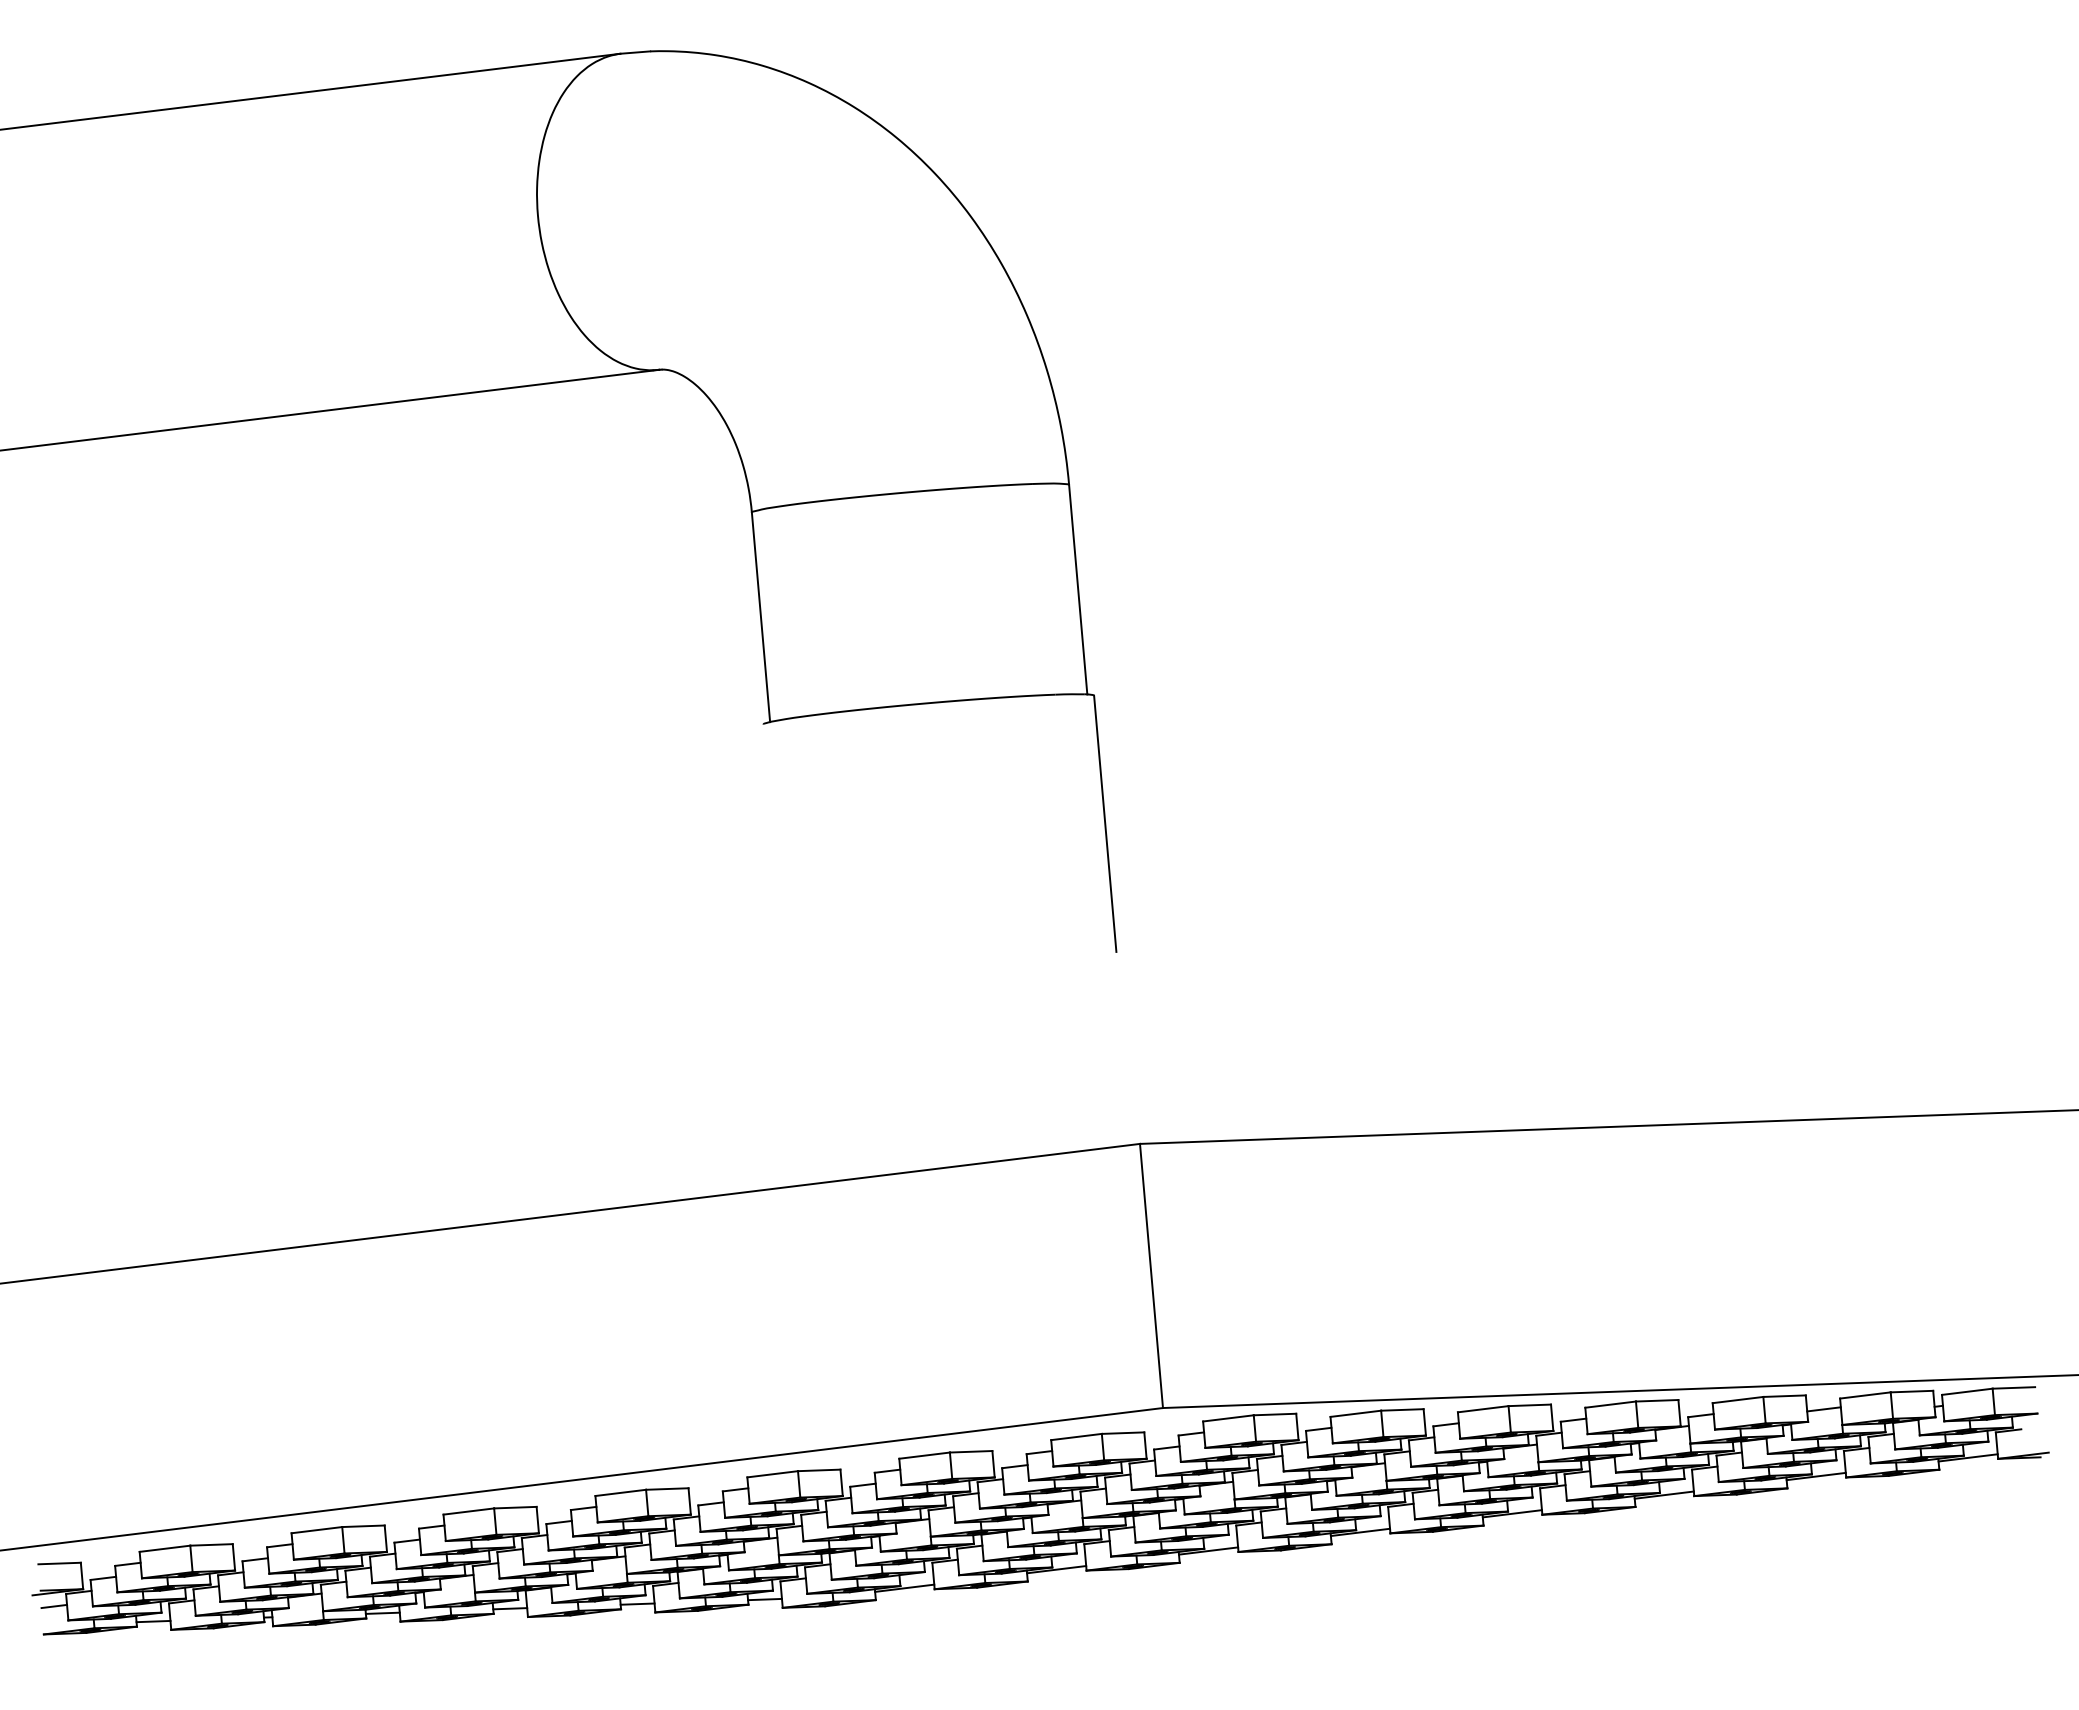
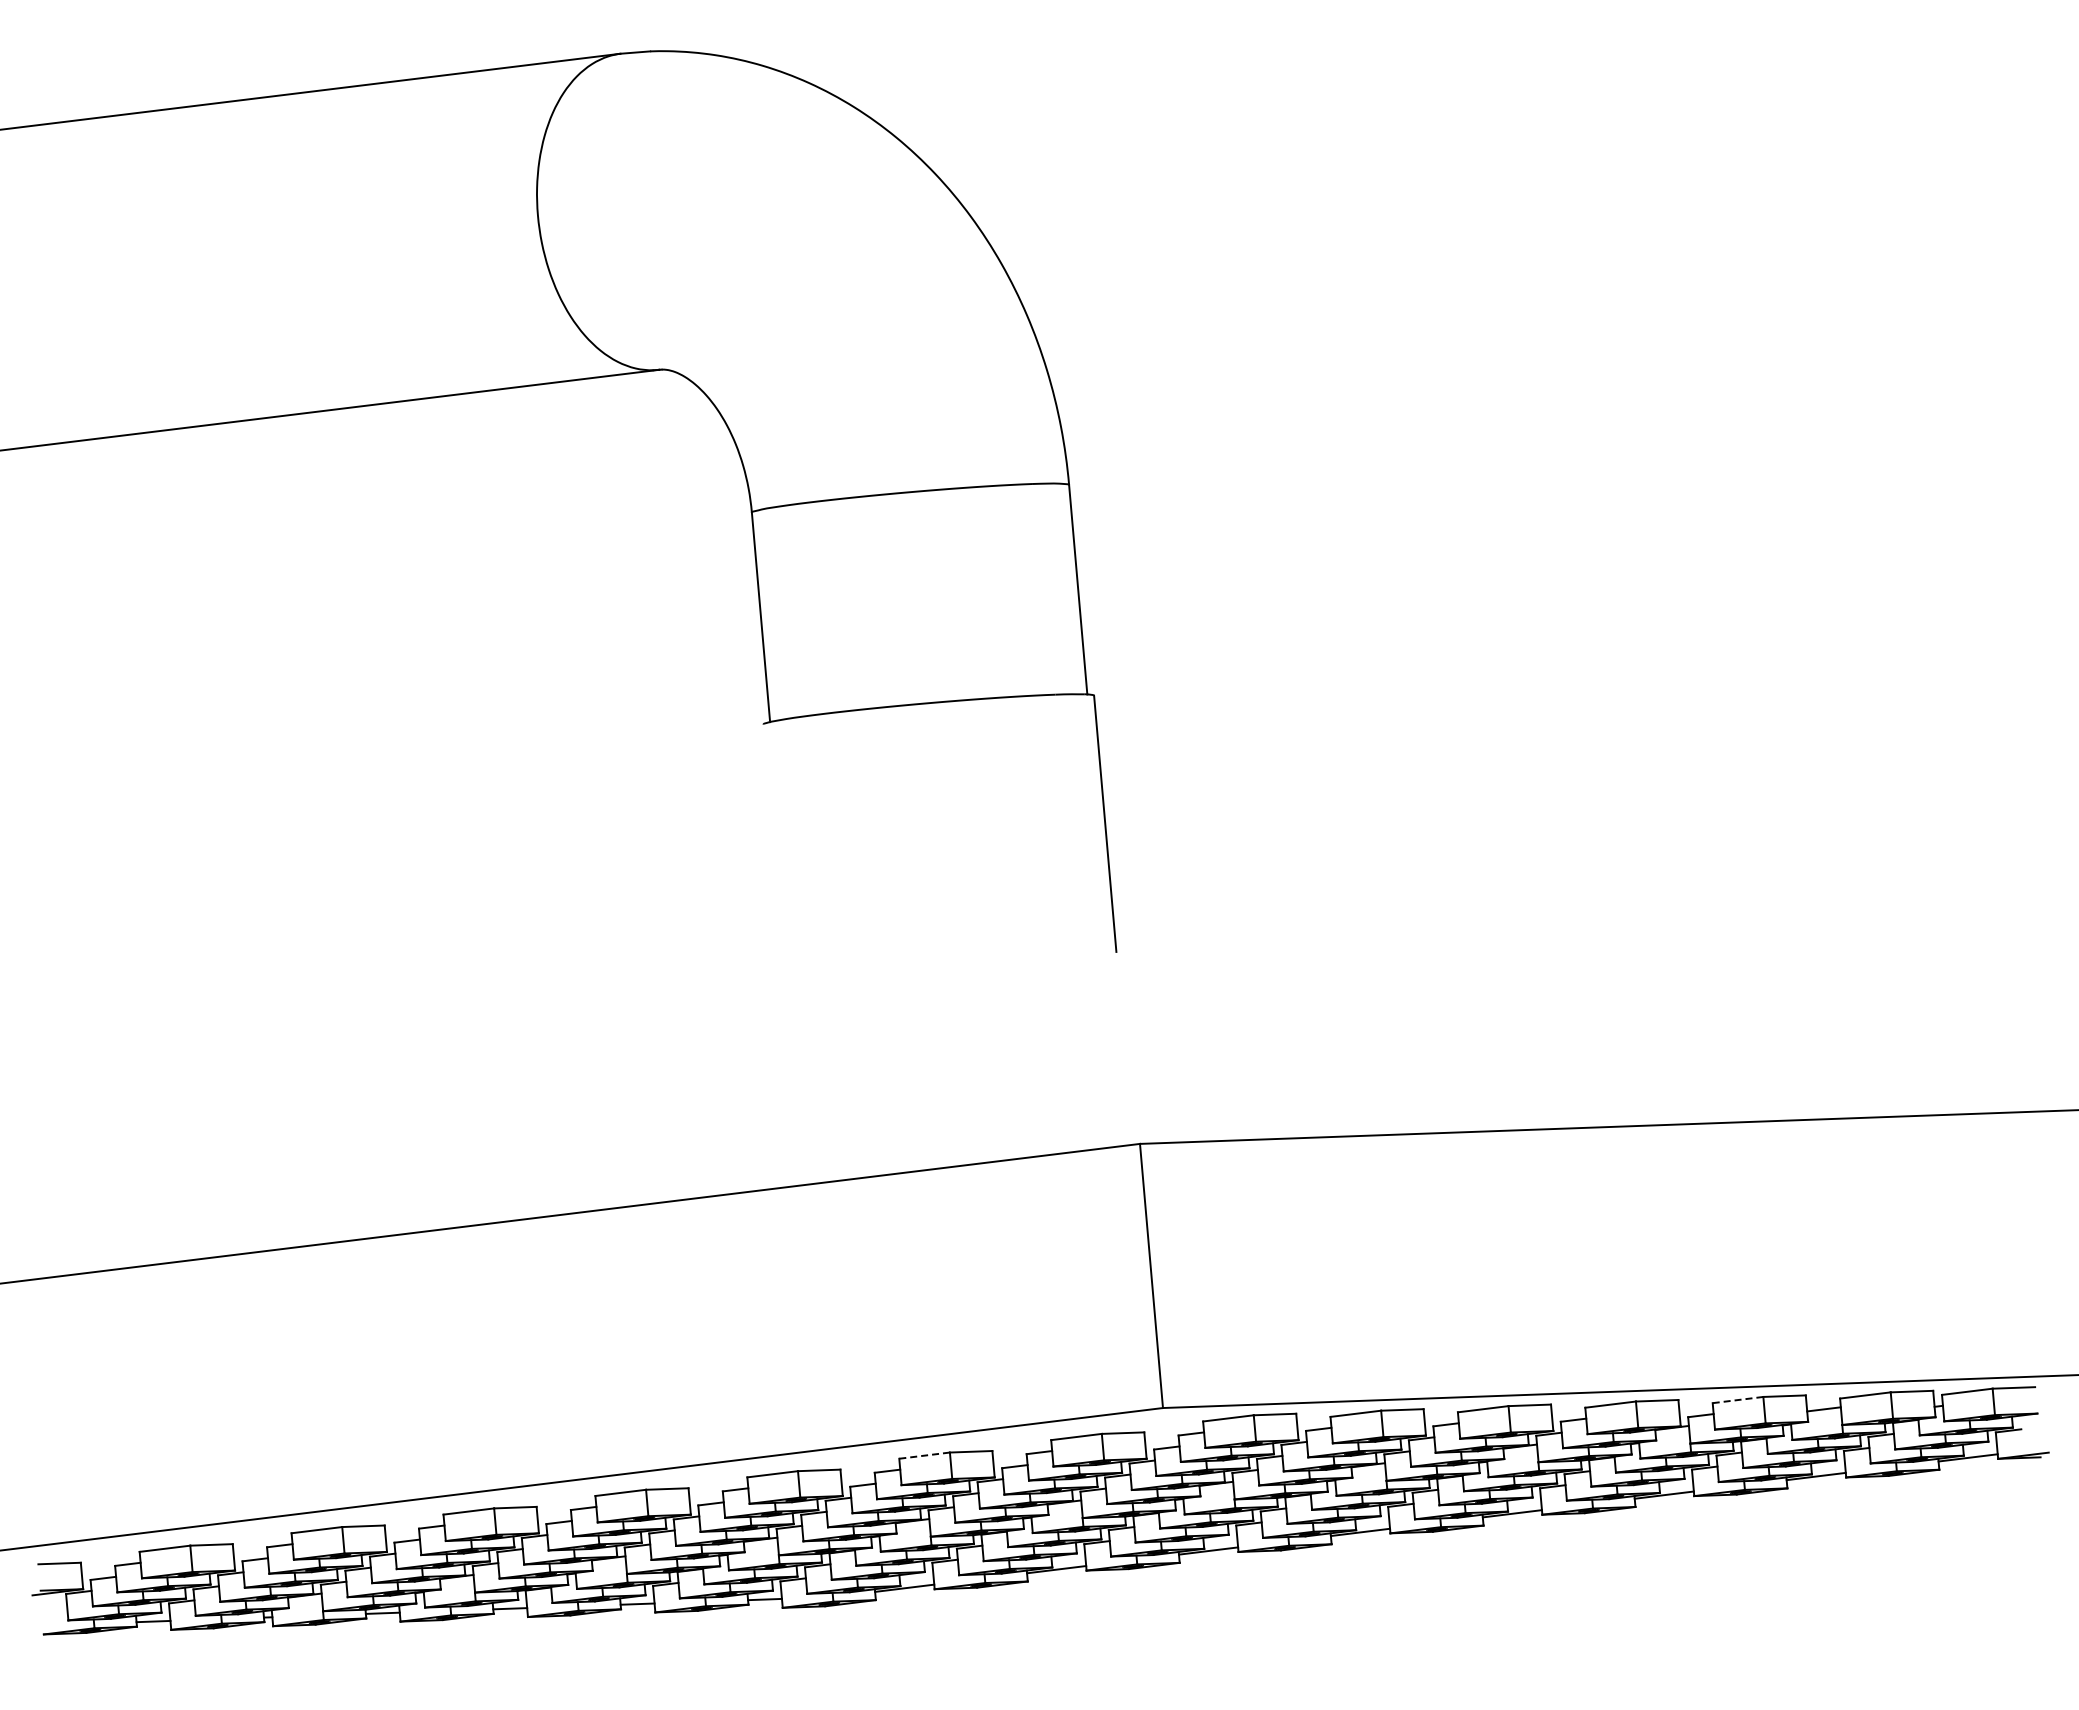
line at (1738, 1400): solid -> dashed
line at (924, 1455): solid -> dashed
line at (54, 1606): present -> none
